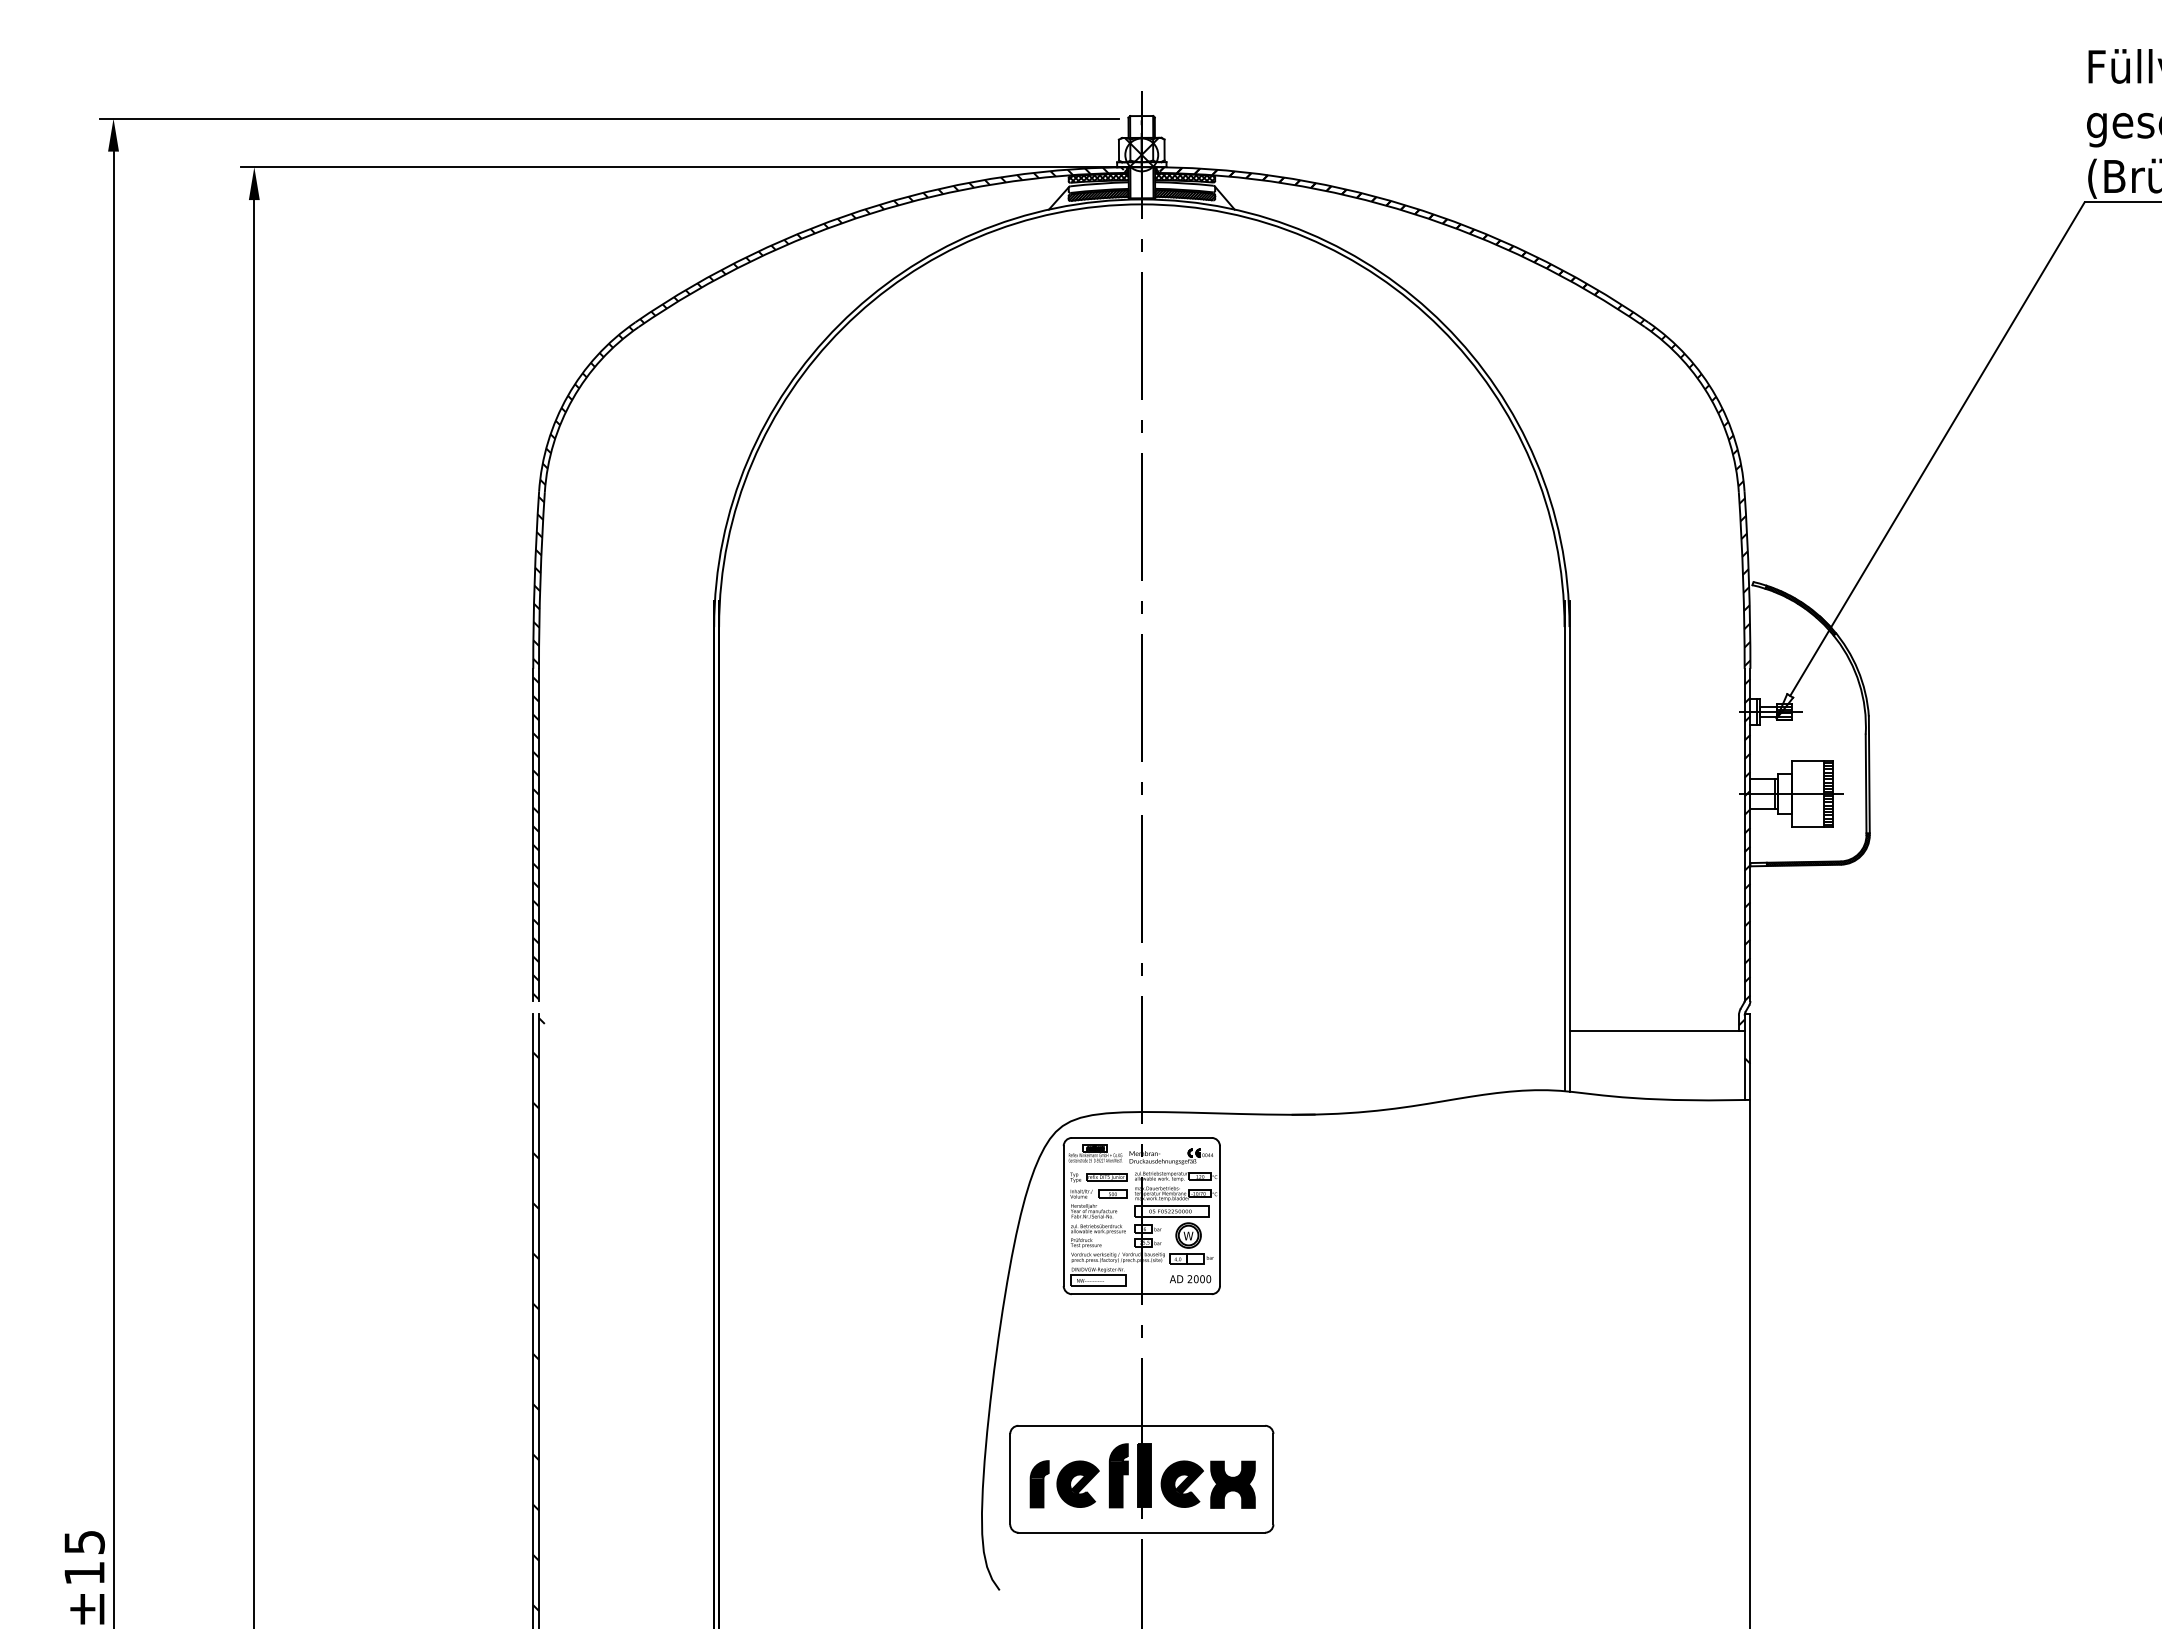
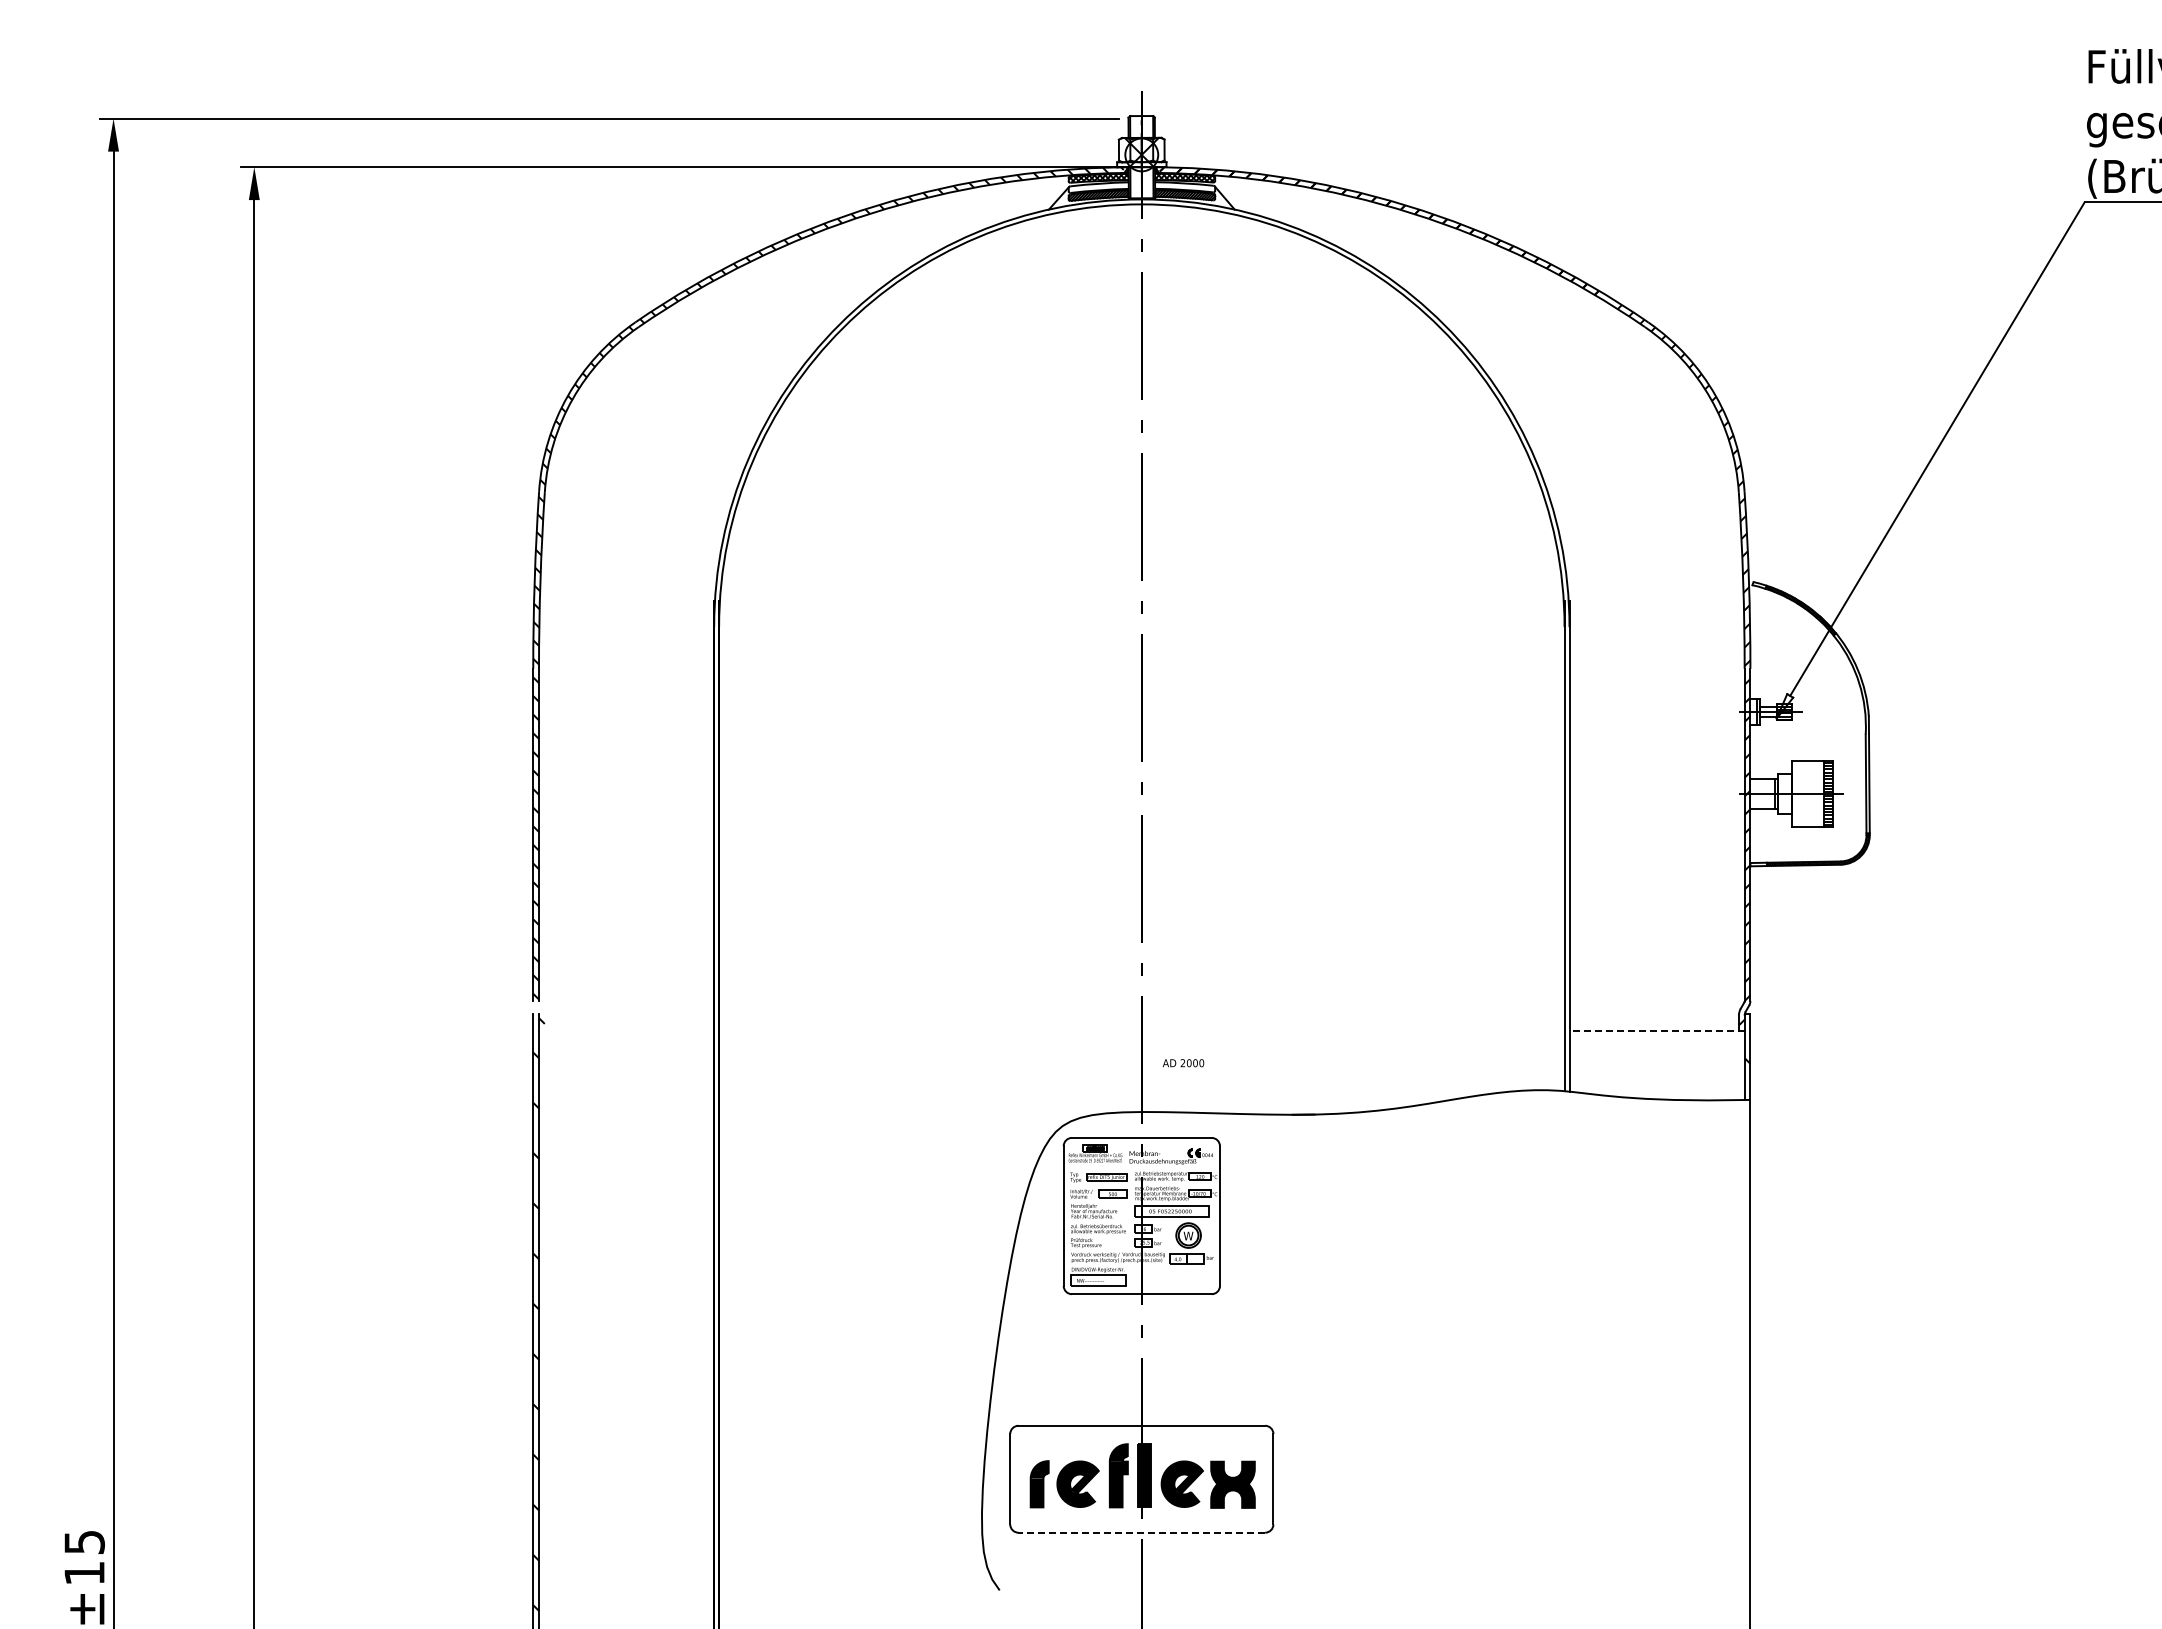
line at (1657, 1030): solid -> dashed
text at (1190, 1279) position: (1190, 1279) -> (1183, 1063)
line at (1141, 1532): solid -> dashed
